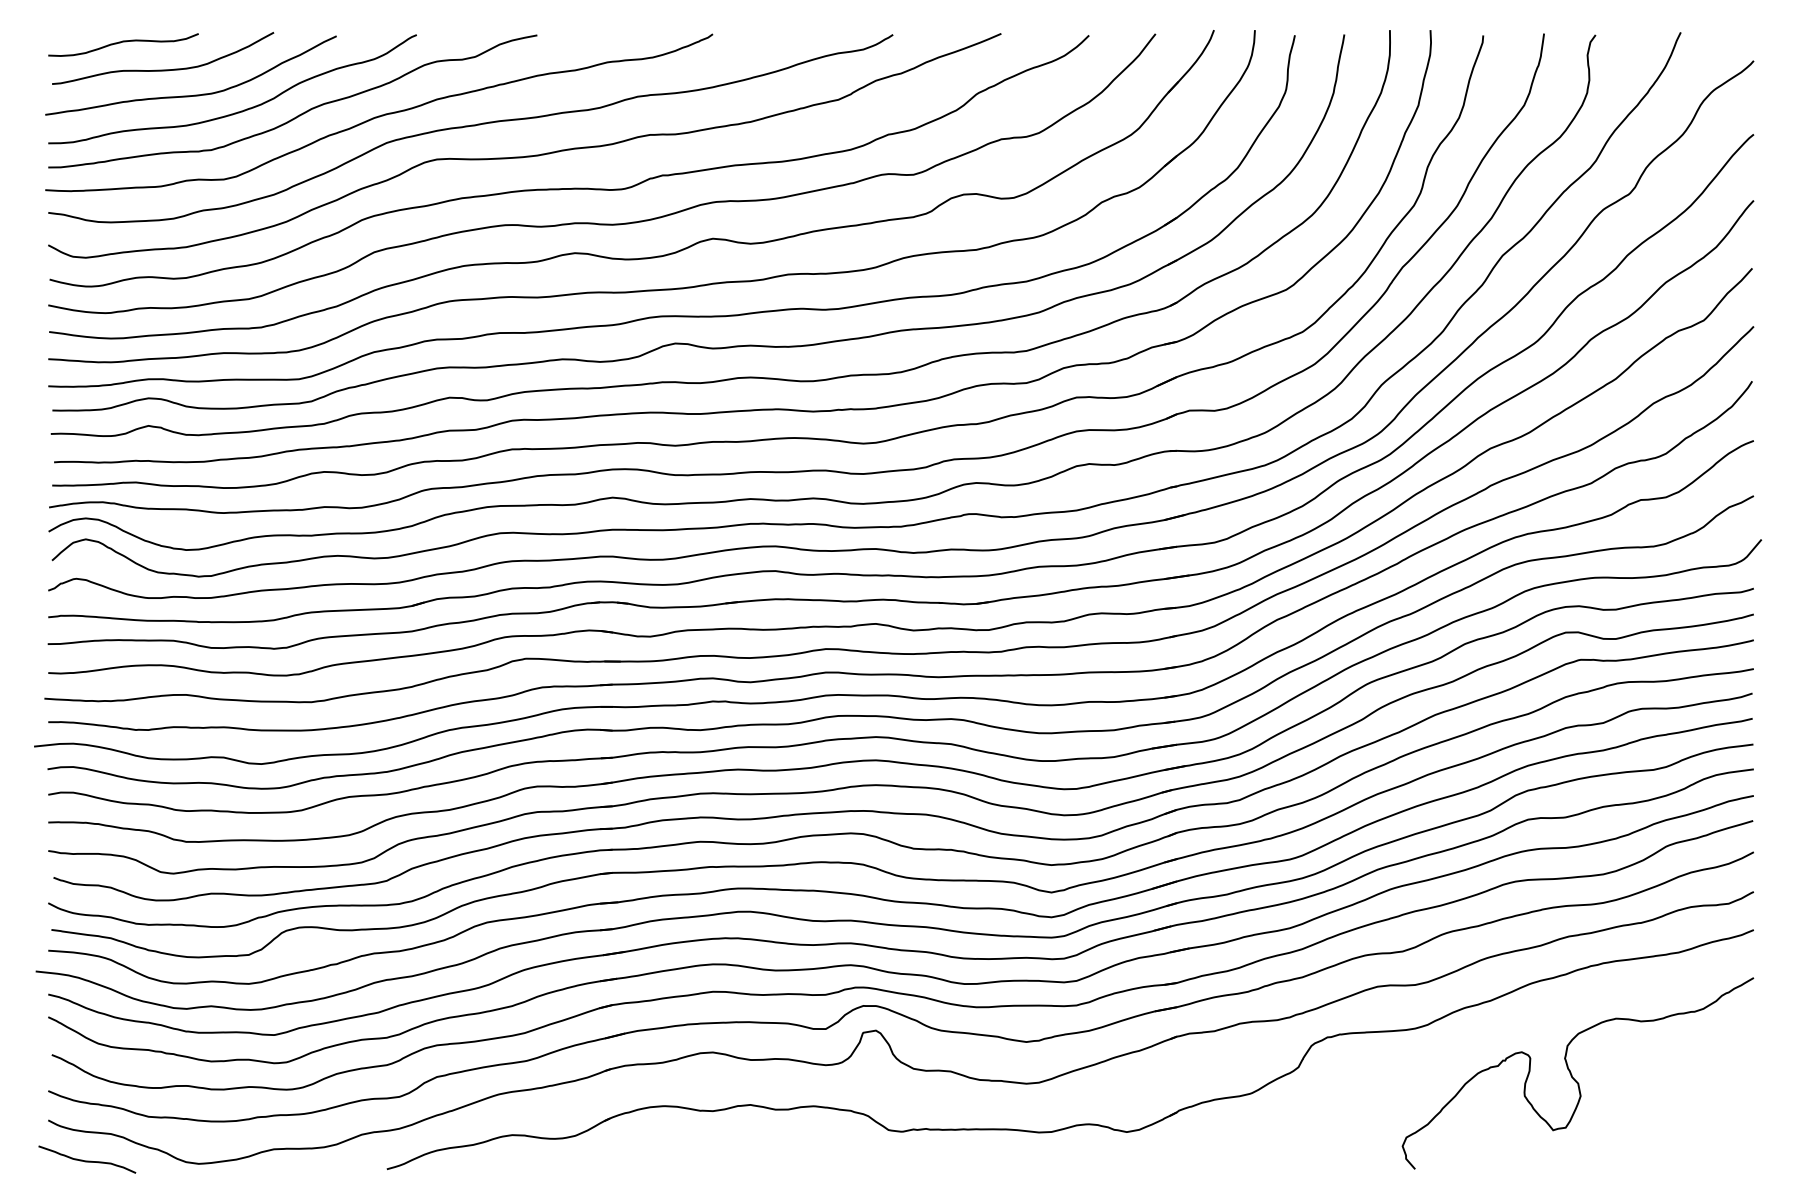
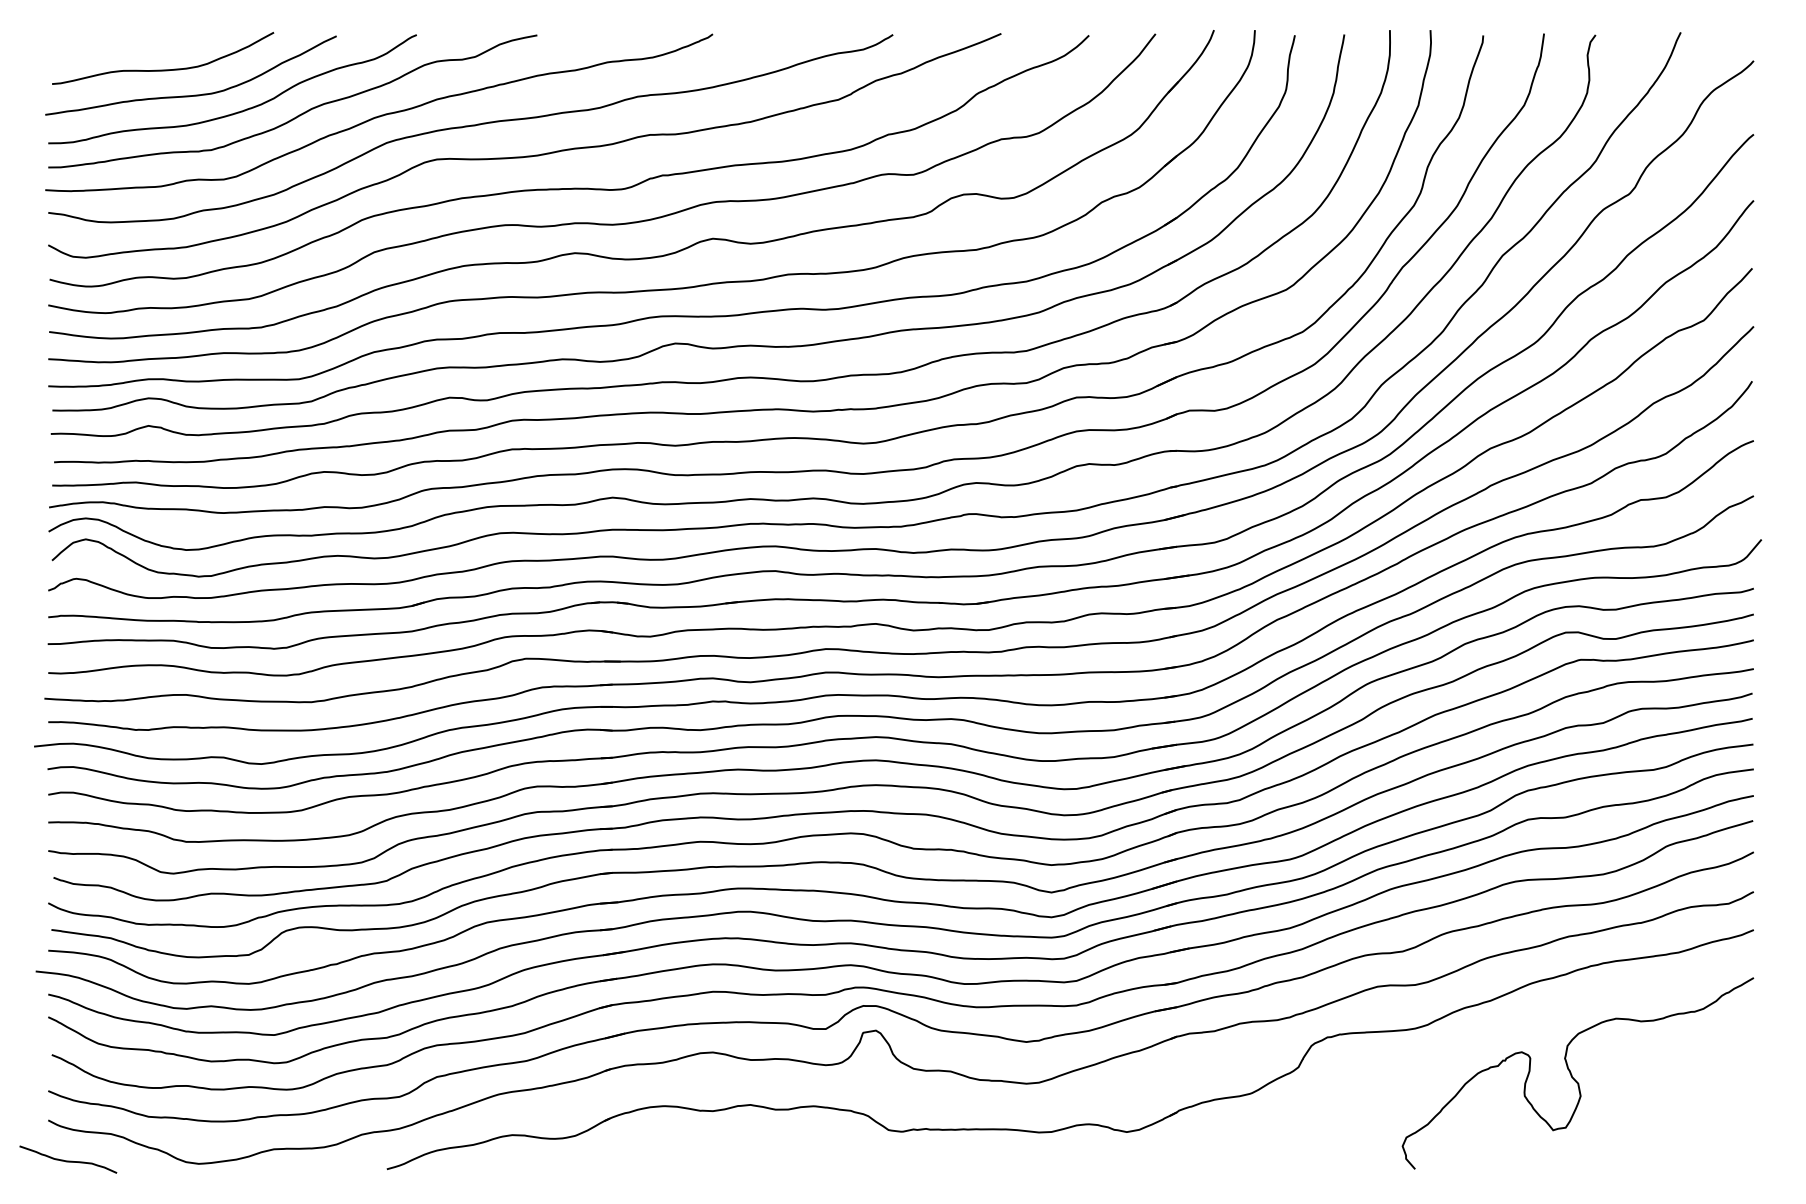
curve at (123, 42): present -> none
curve at (87, 1160) position: (87, 1160) -> (68, 1160)
